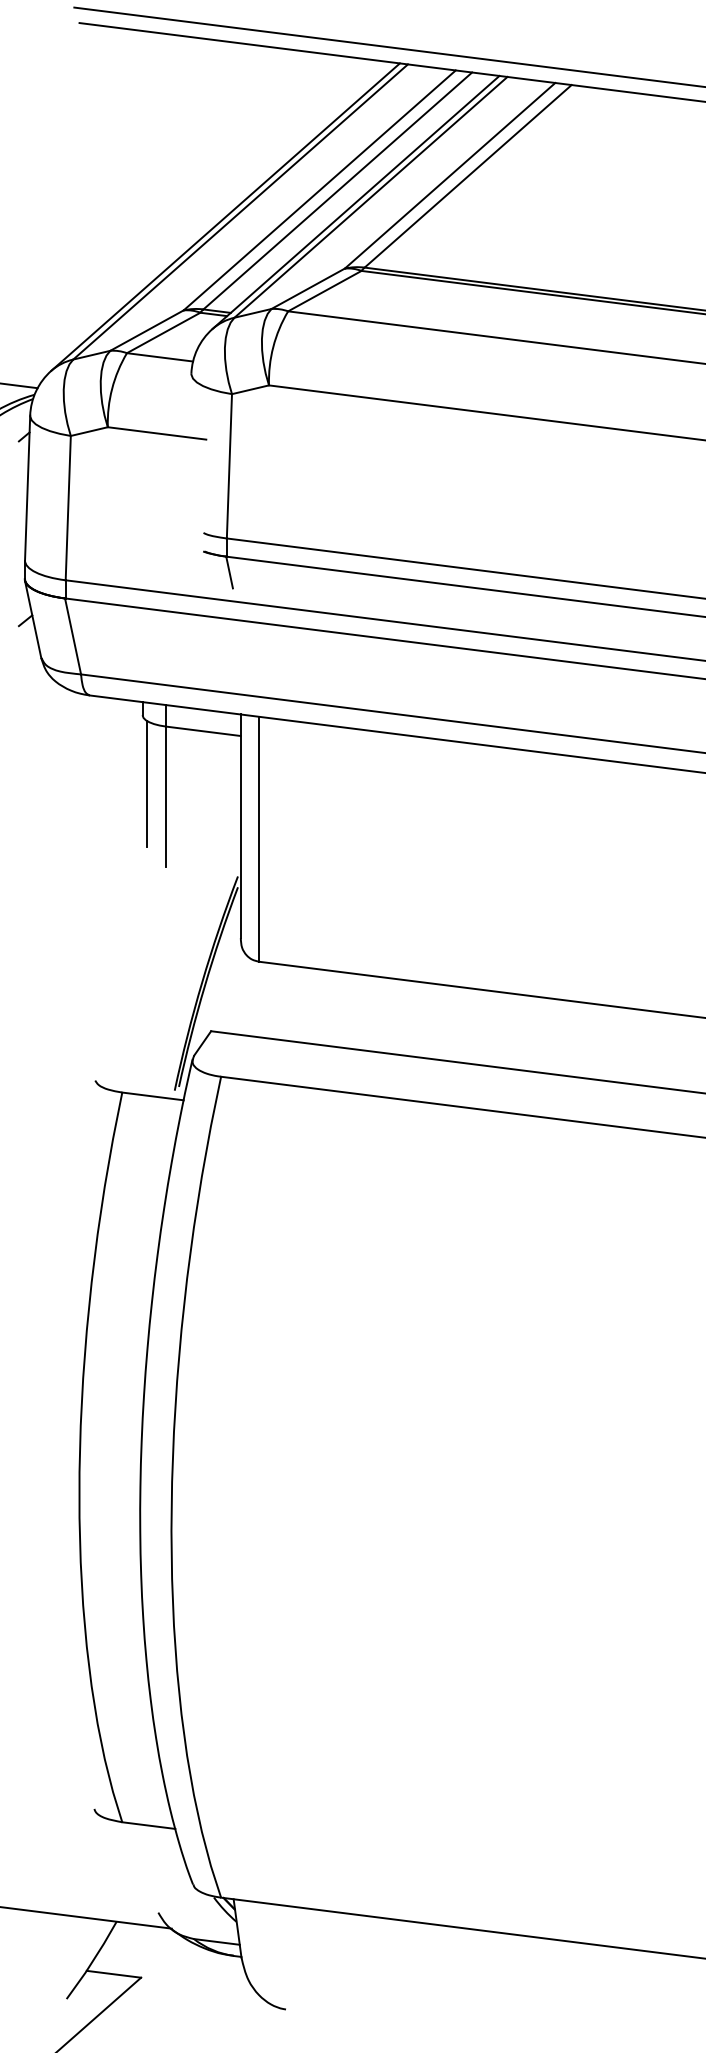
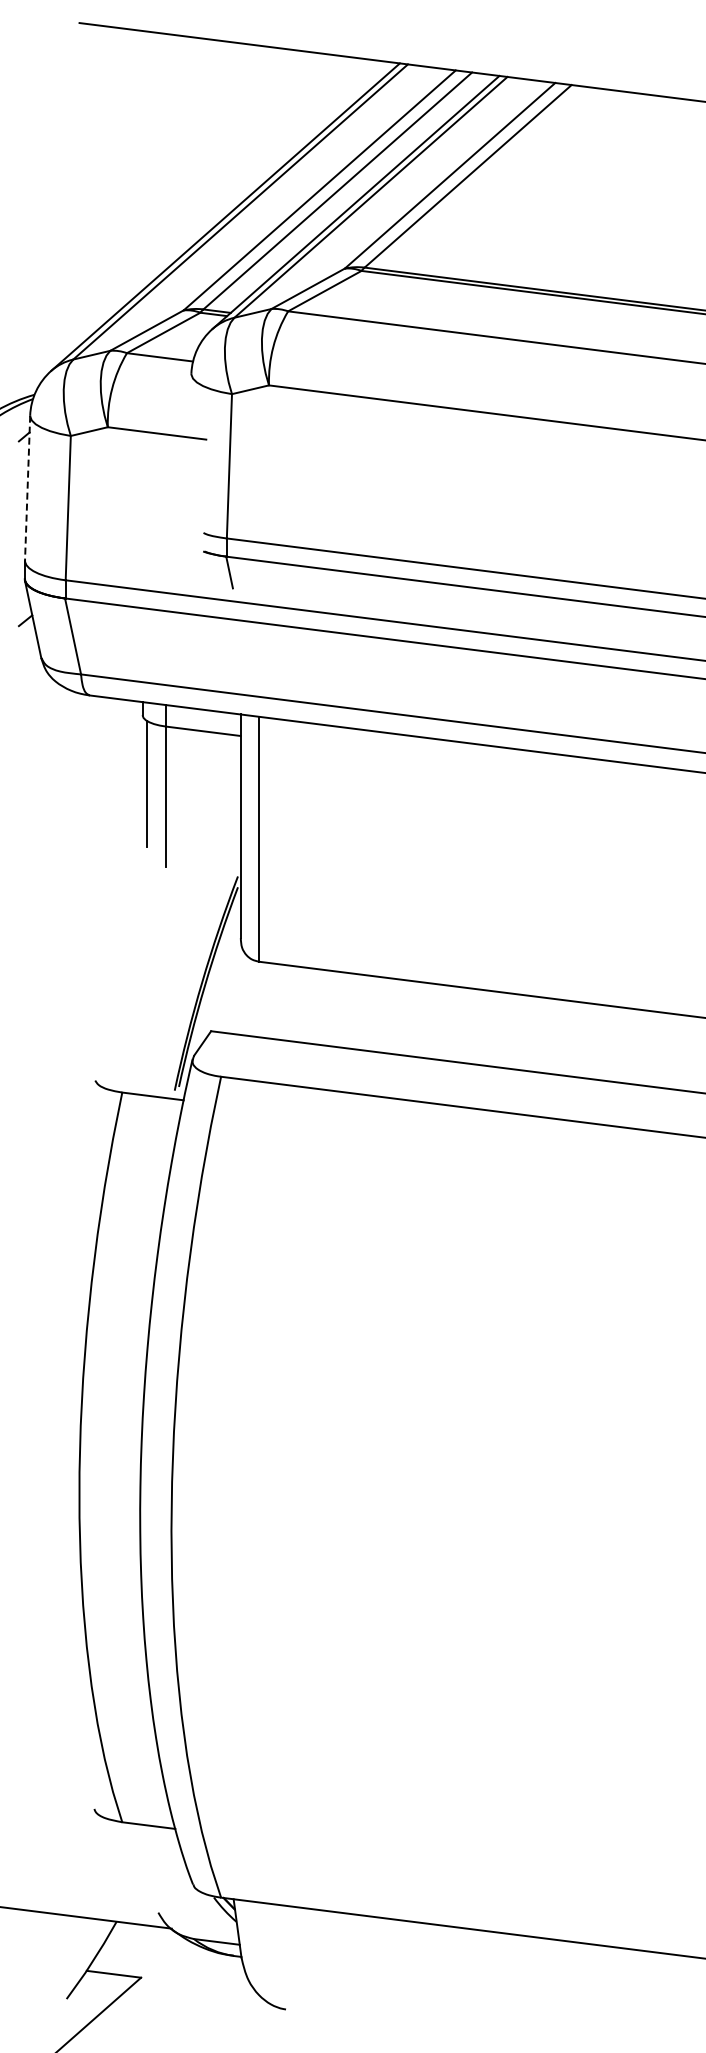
line at (388, 46): present -> none
line at (19, 385): present -> none
line at (27, 488): solid -> dashed
